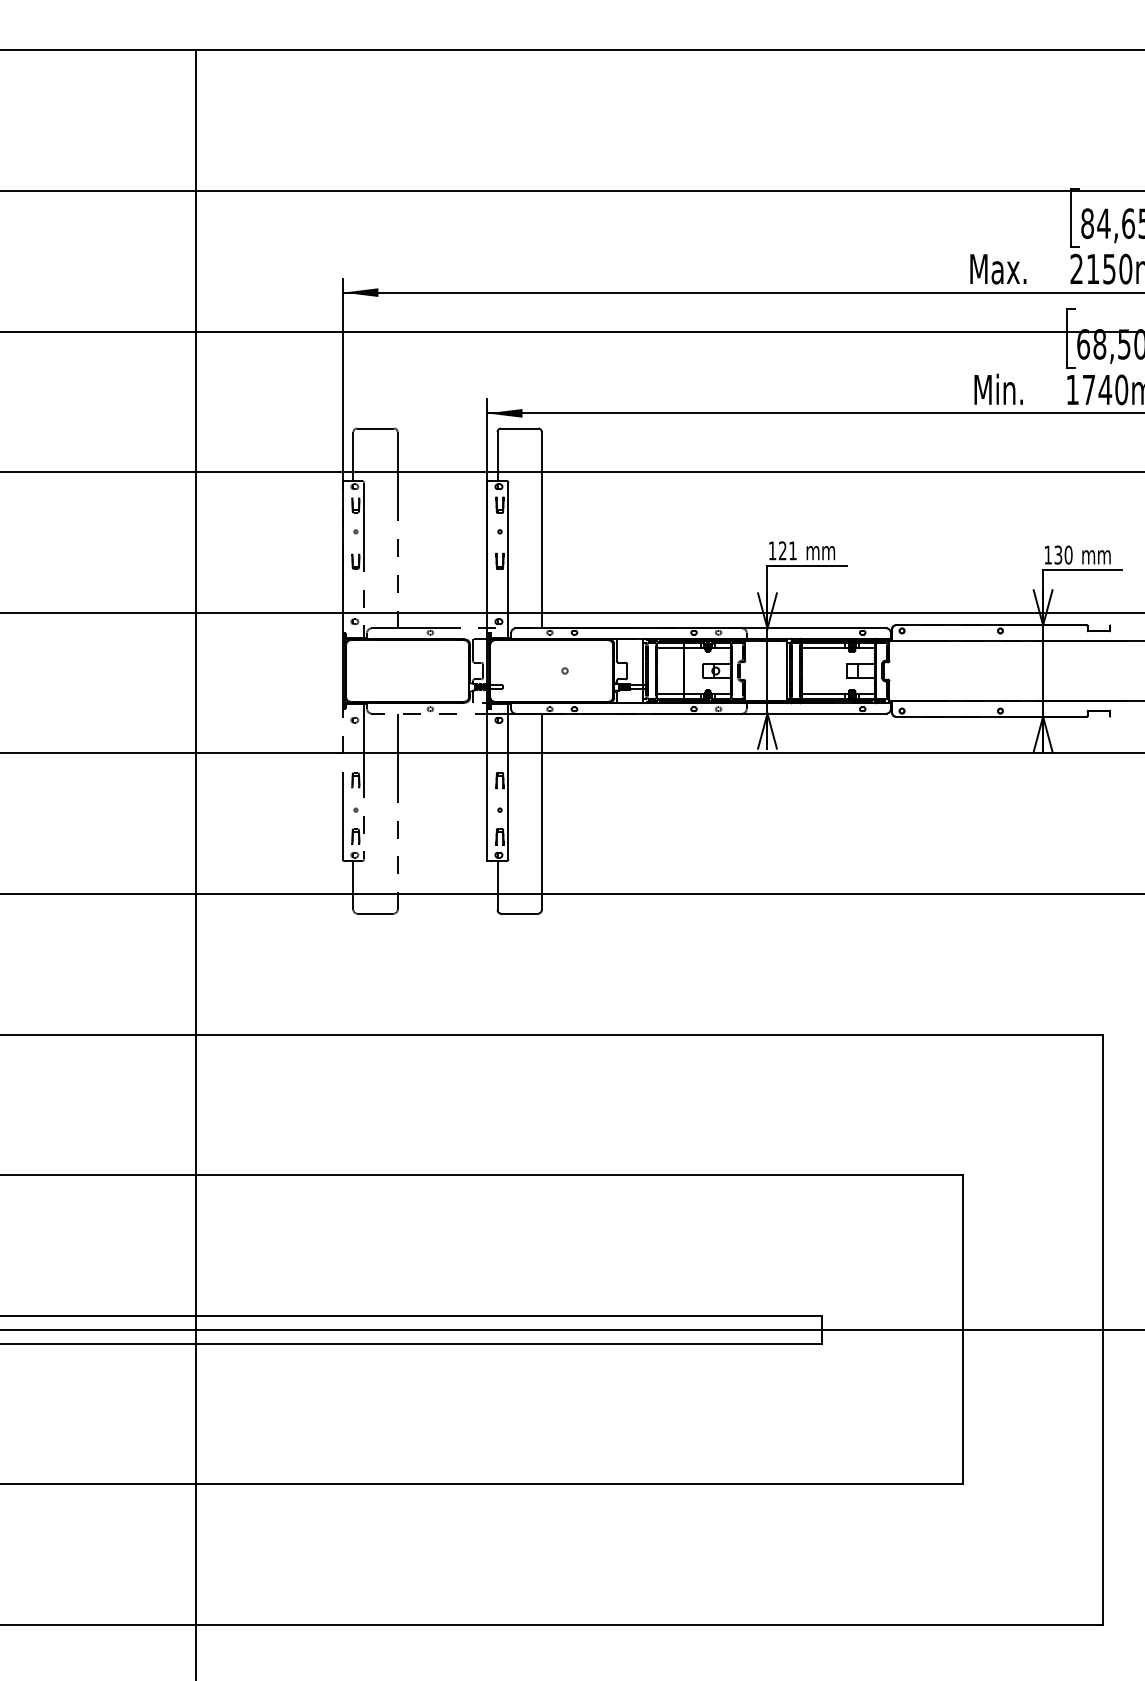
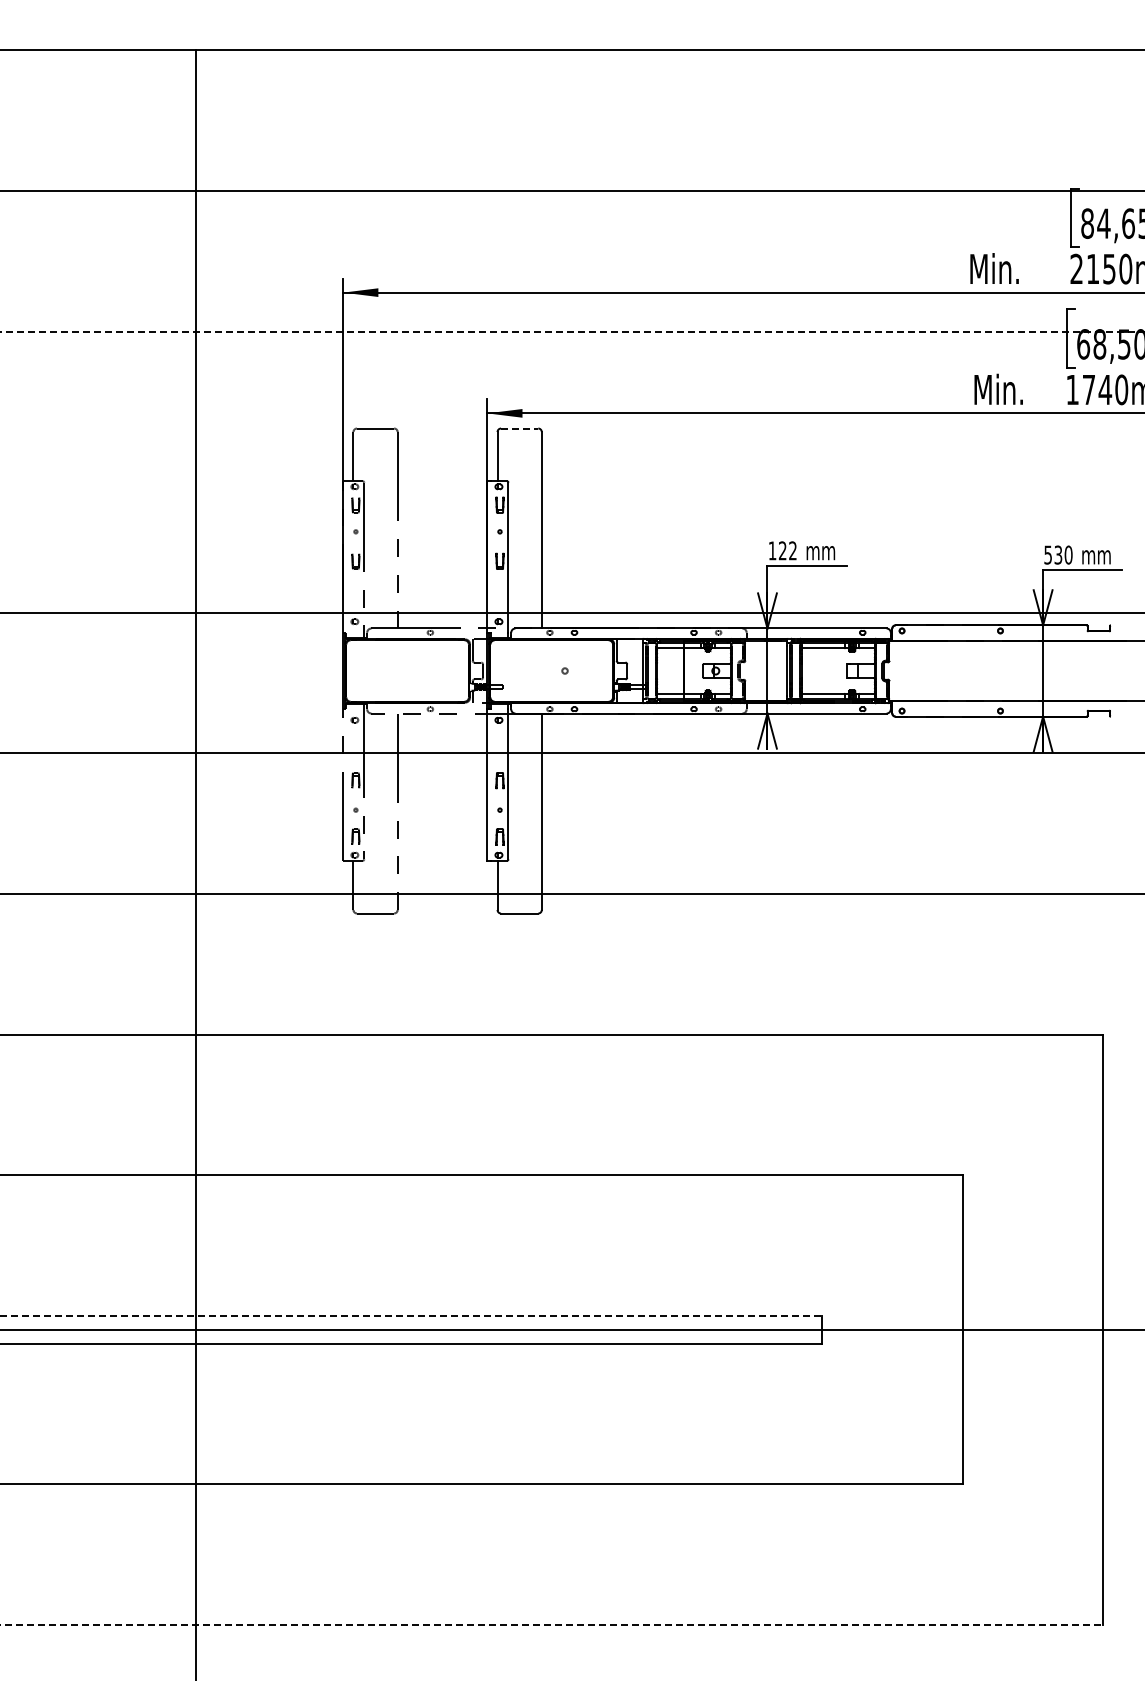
text at (1008, 268): Max. -> Min.
line at (572, 331): solid -> dashed
line at (519, 428): solid -> dashed
line at (571, 472): present -> none
text at (792, 550): 121 -> 122
text at (1047, 554): 130 -> 530
line at (411, 1315): solid -> dashed
line at (552, 1624): solid -> dashed
